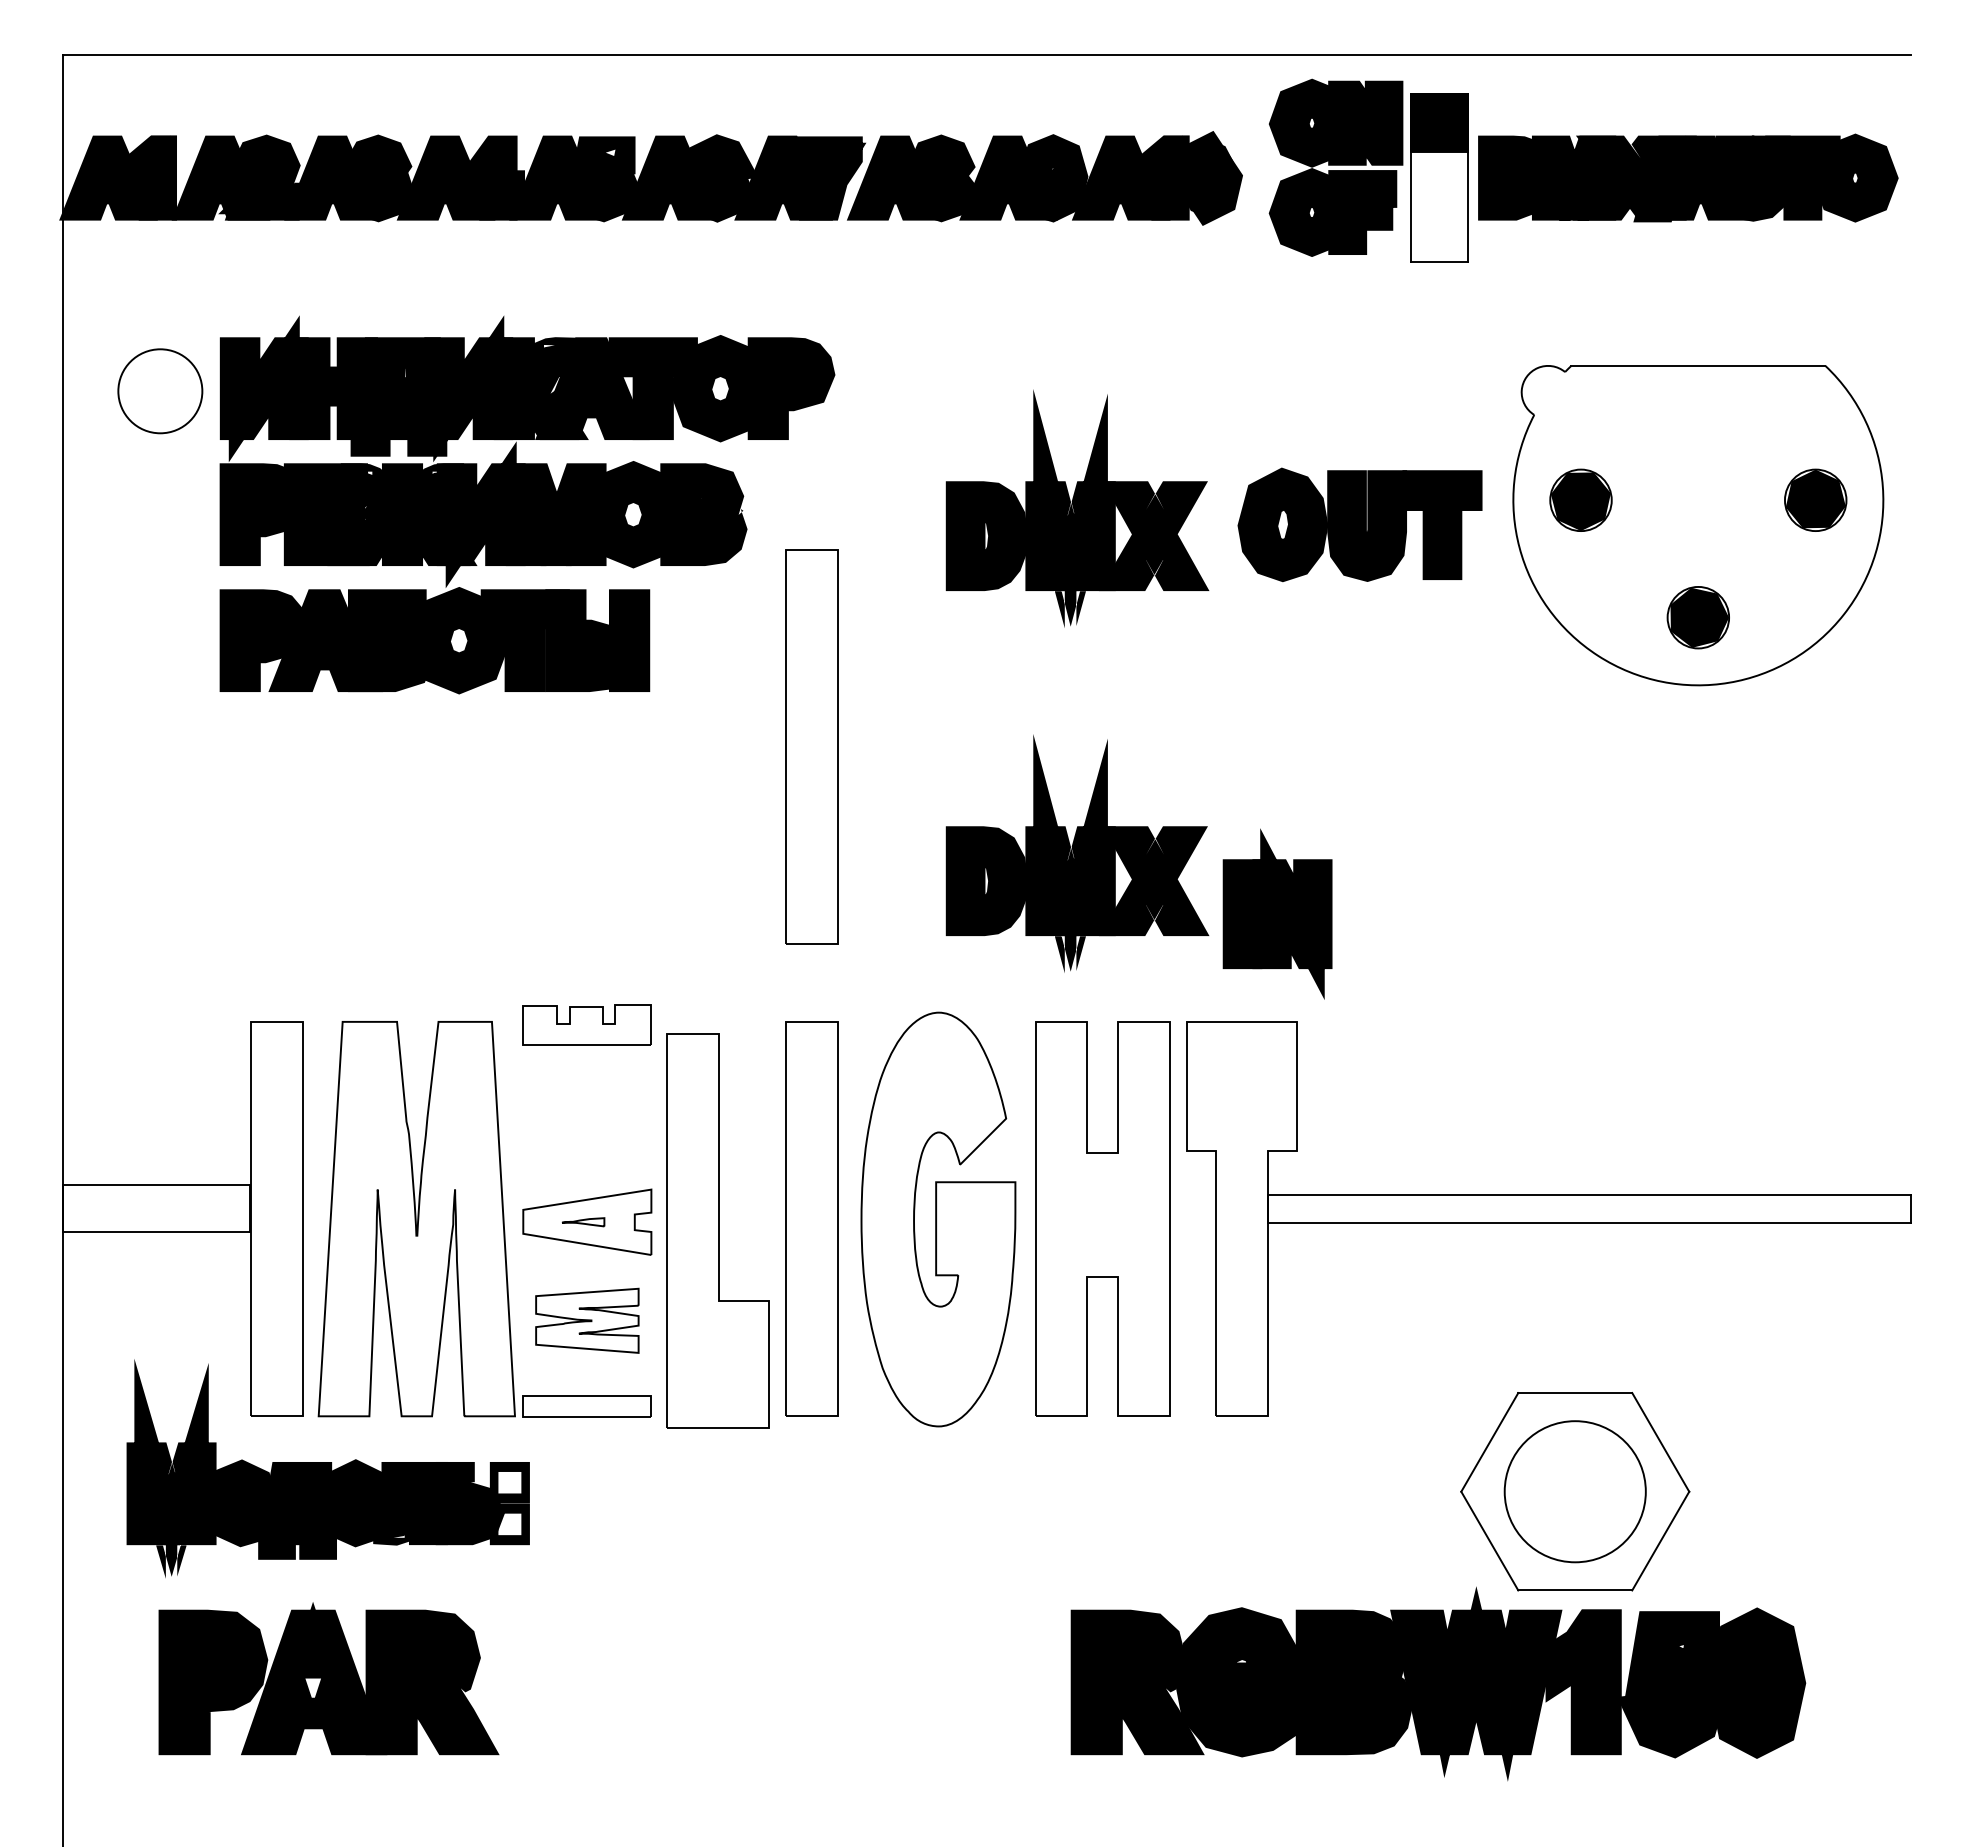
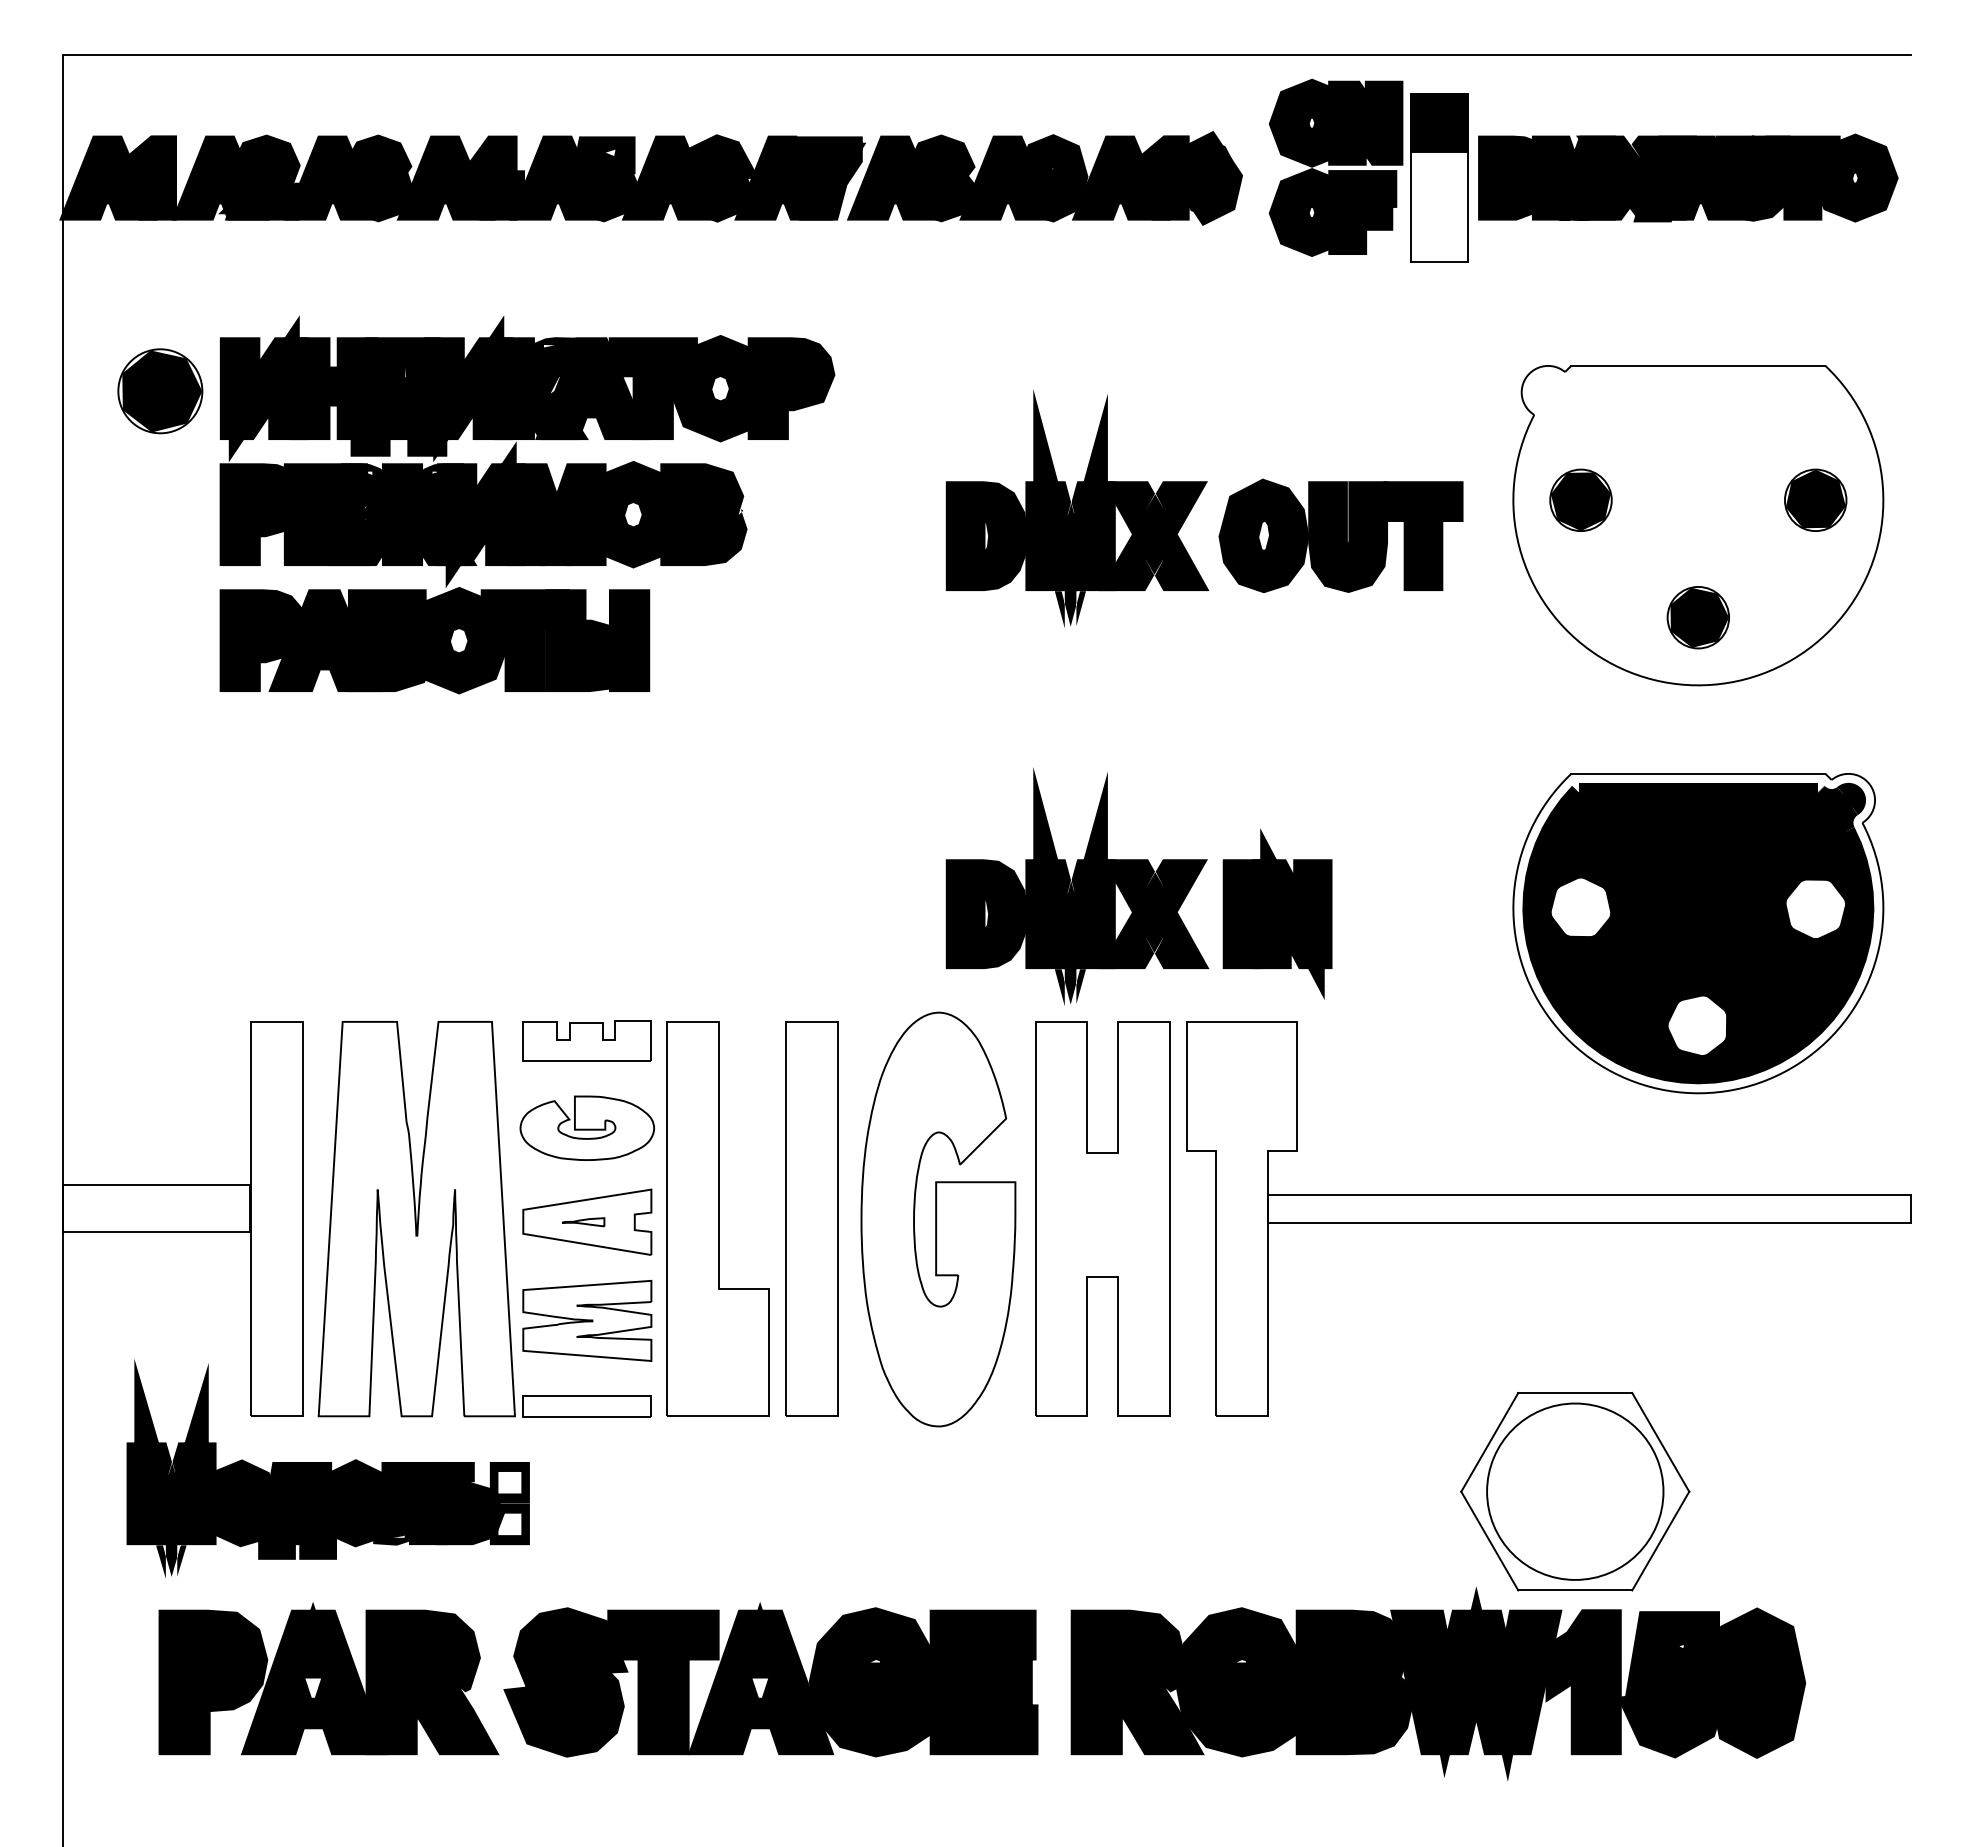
fill at (162, 391): none -> present
part at (1359, 524) position: (1359, 524) -> (1340, 535)
part at (811, 746): present -> none
part at (1077, 853) position: (1077, 853) -> (1077, 886)
part at (1698, 933): none -> present
part at (586, 1024) position: (586, 1024) -> (586, 1040)
part at (586, 1127): none -> present
part at (717, 1230) position: (717, 1230) -> (717, 1218)
part at (587, 1320) size: 105x67 px -> 131x83 px
circle at (1574, 1491) diameter: 141 px -> 176 px
part at (770, 1679): none -> present
